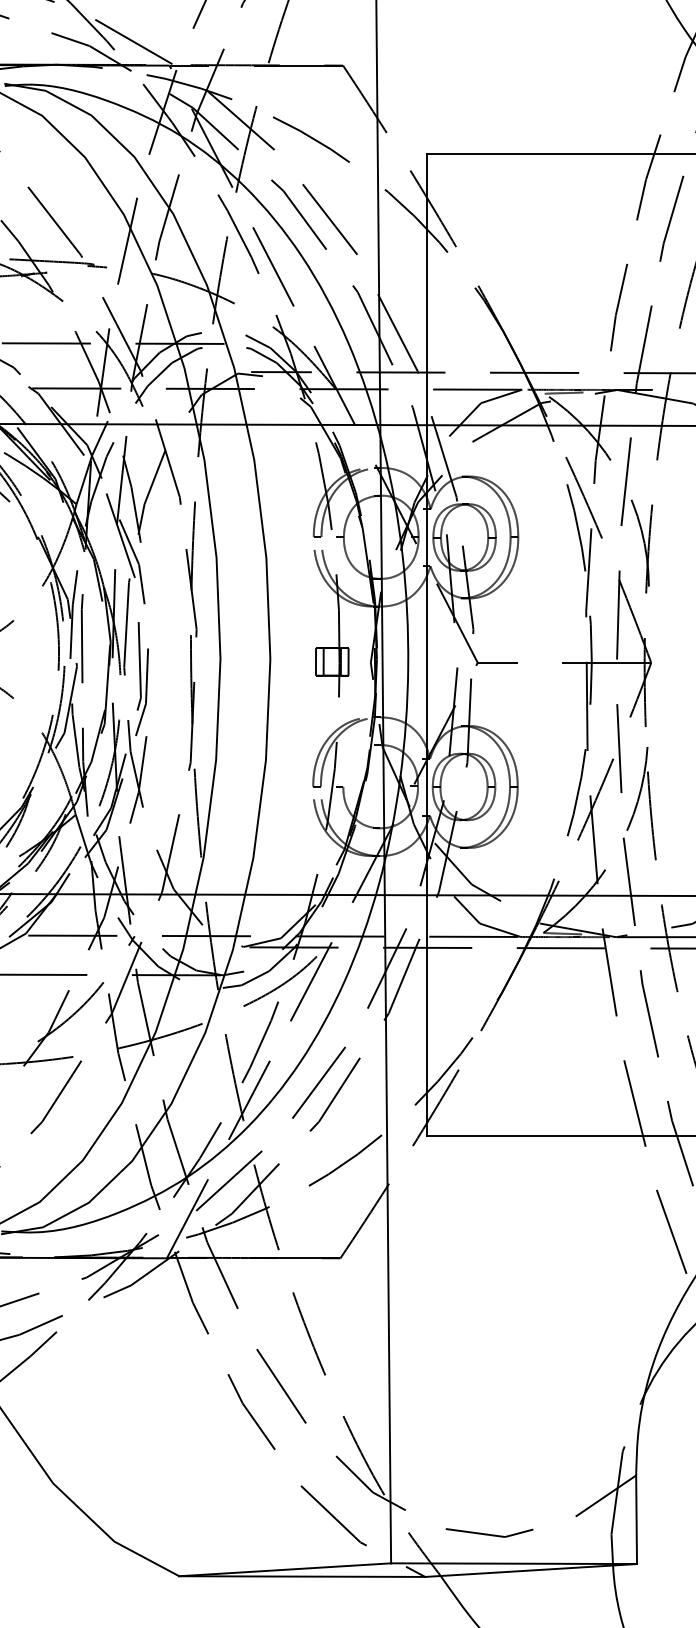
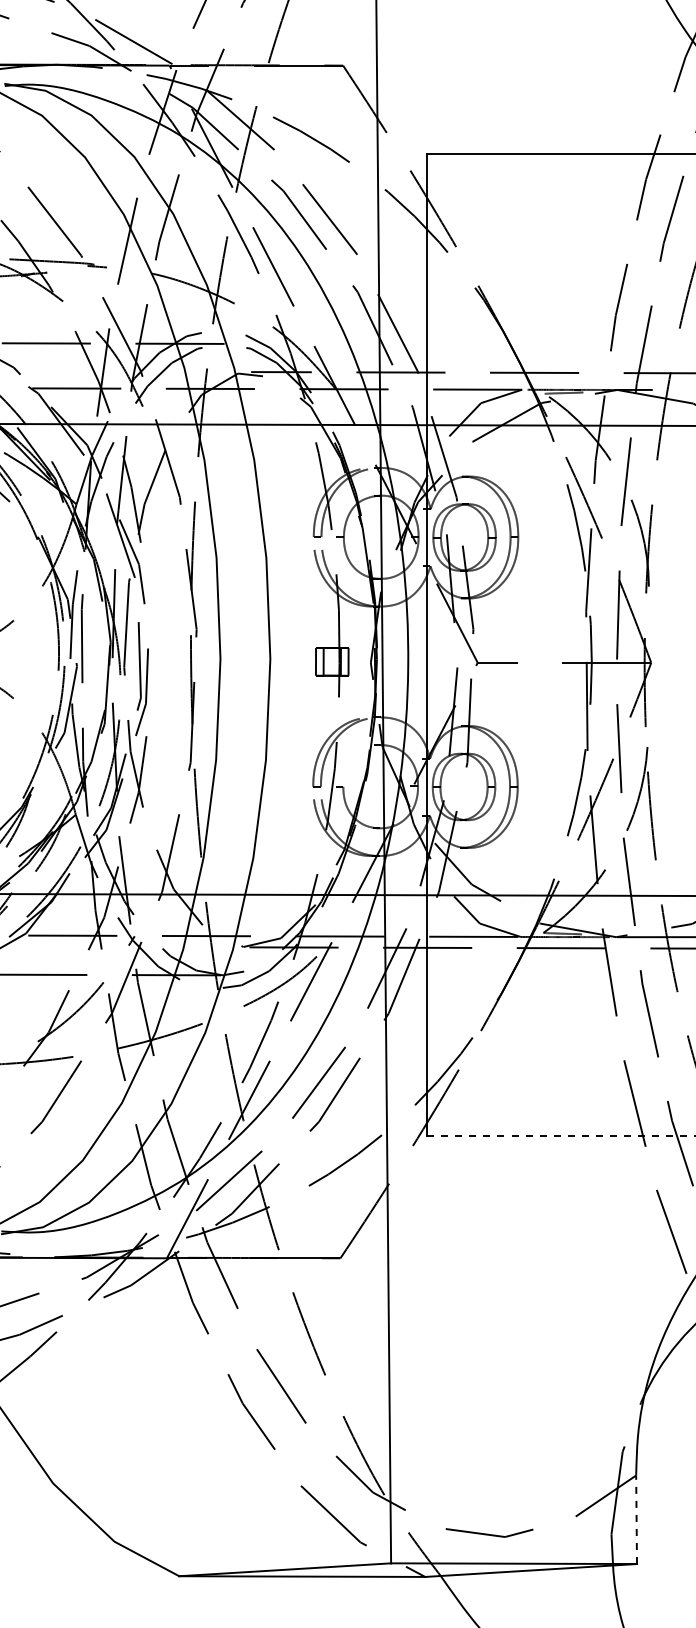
line at (561, 1136): solid -> dashed
line at (636, 1519): solid -> dashed
